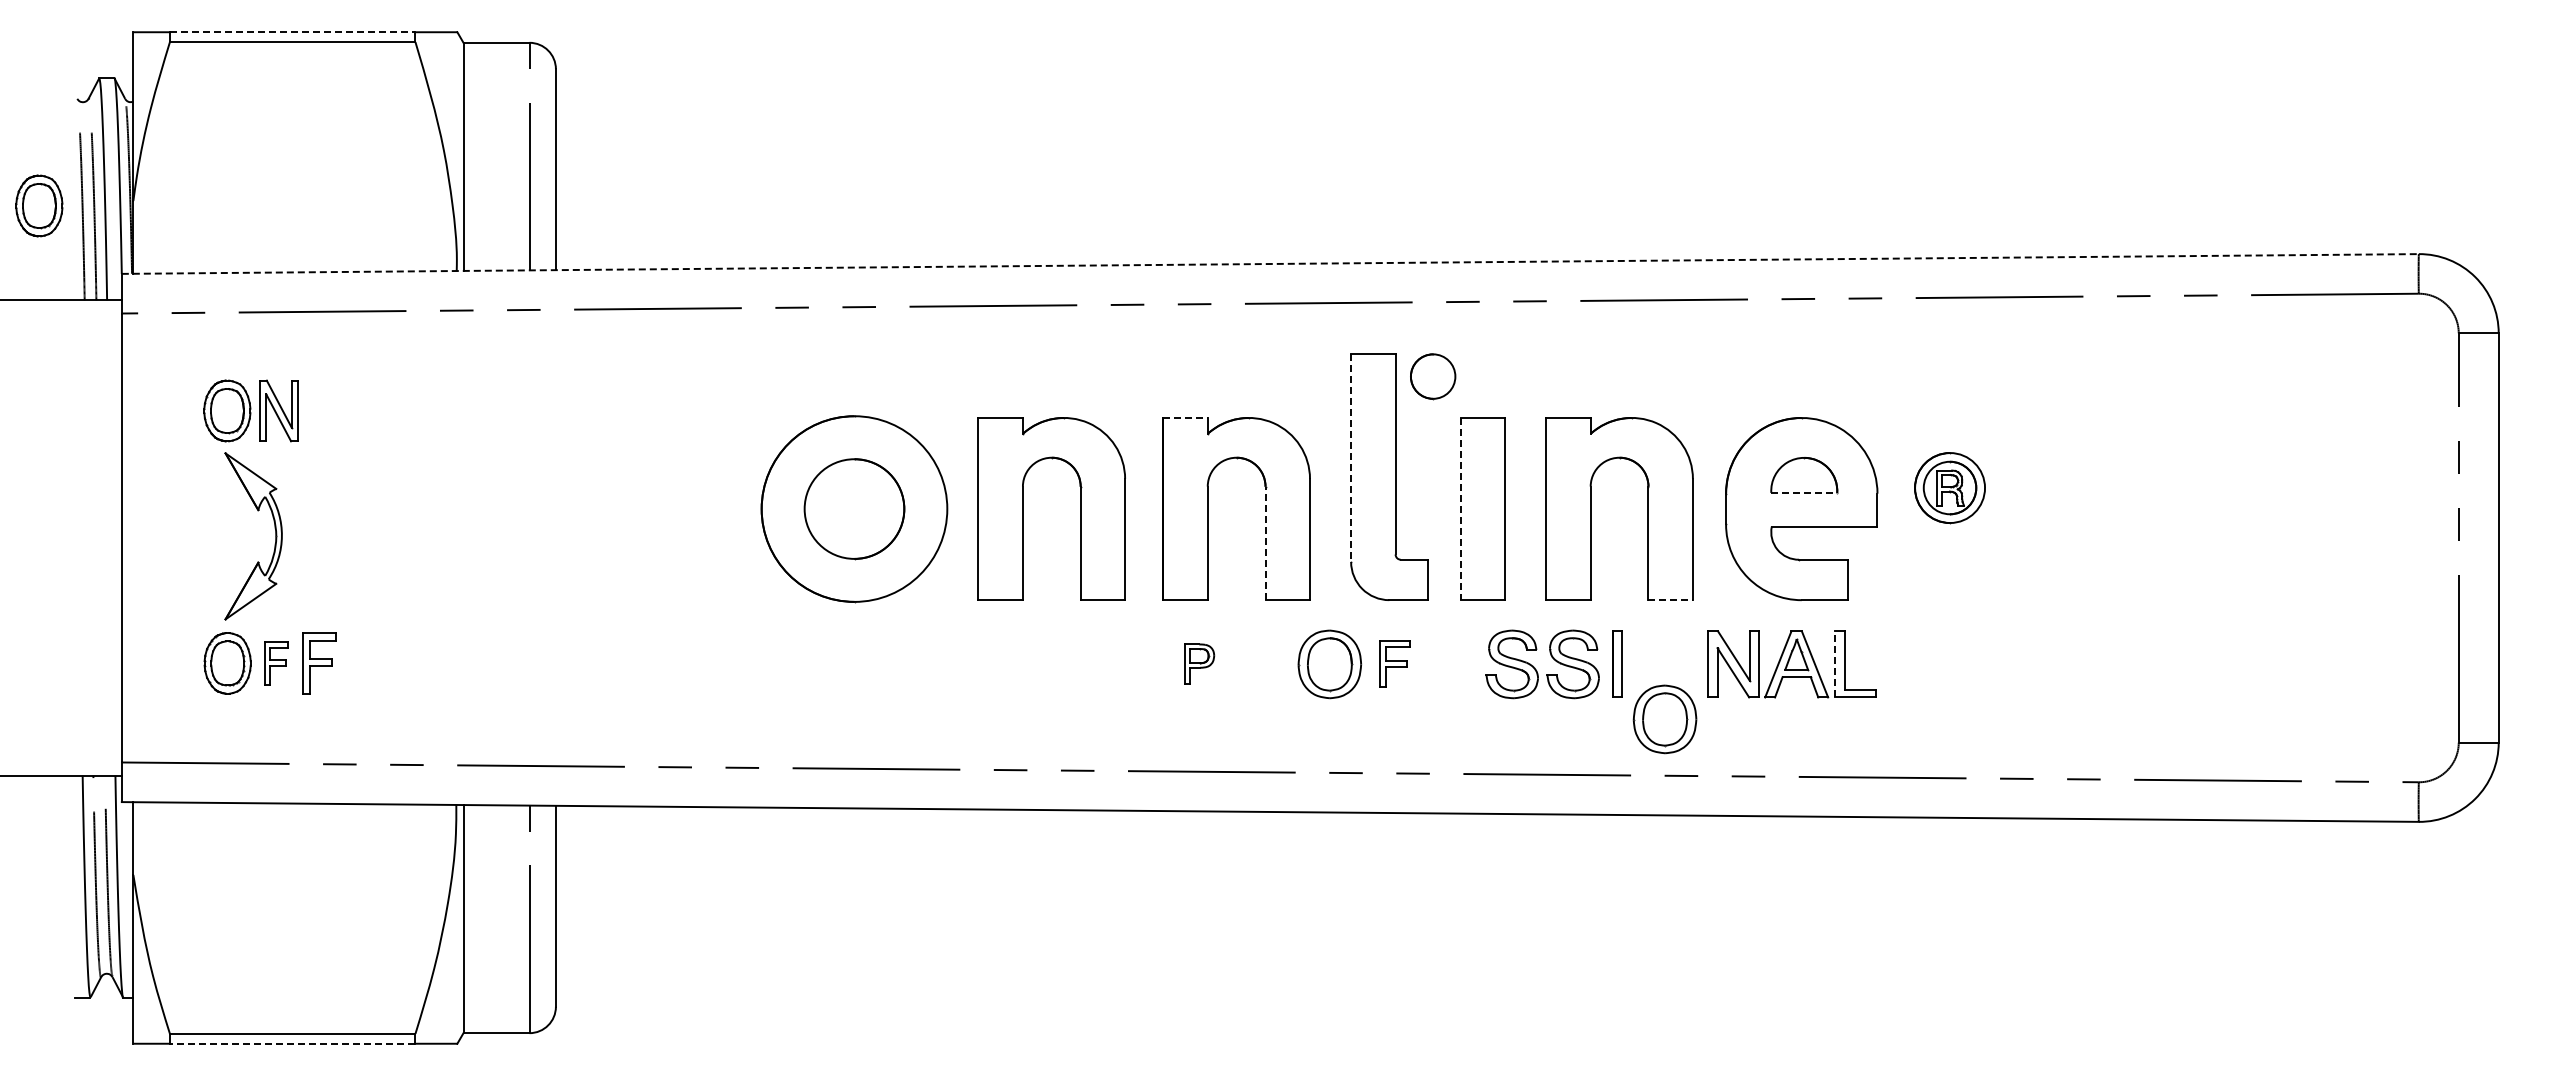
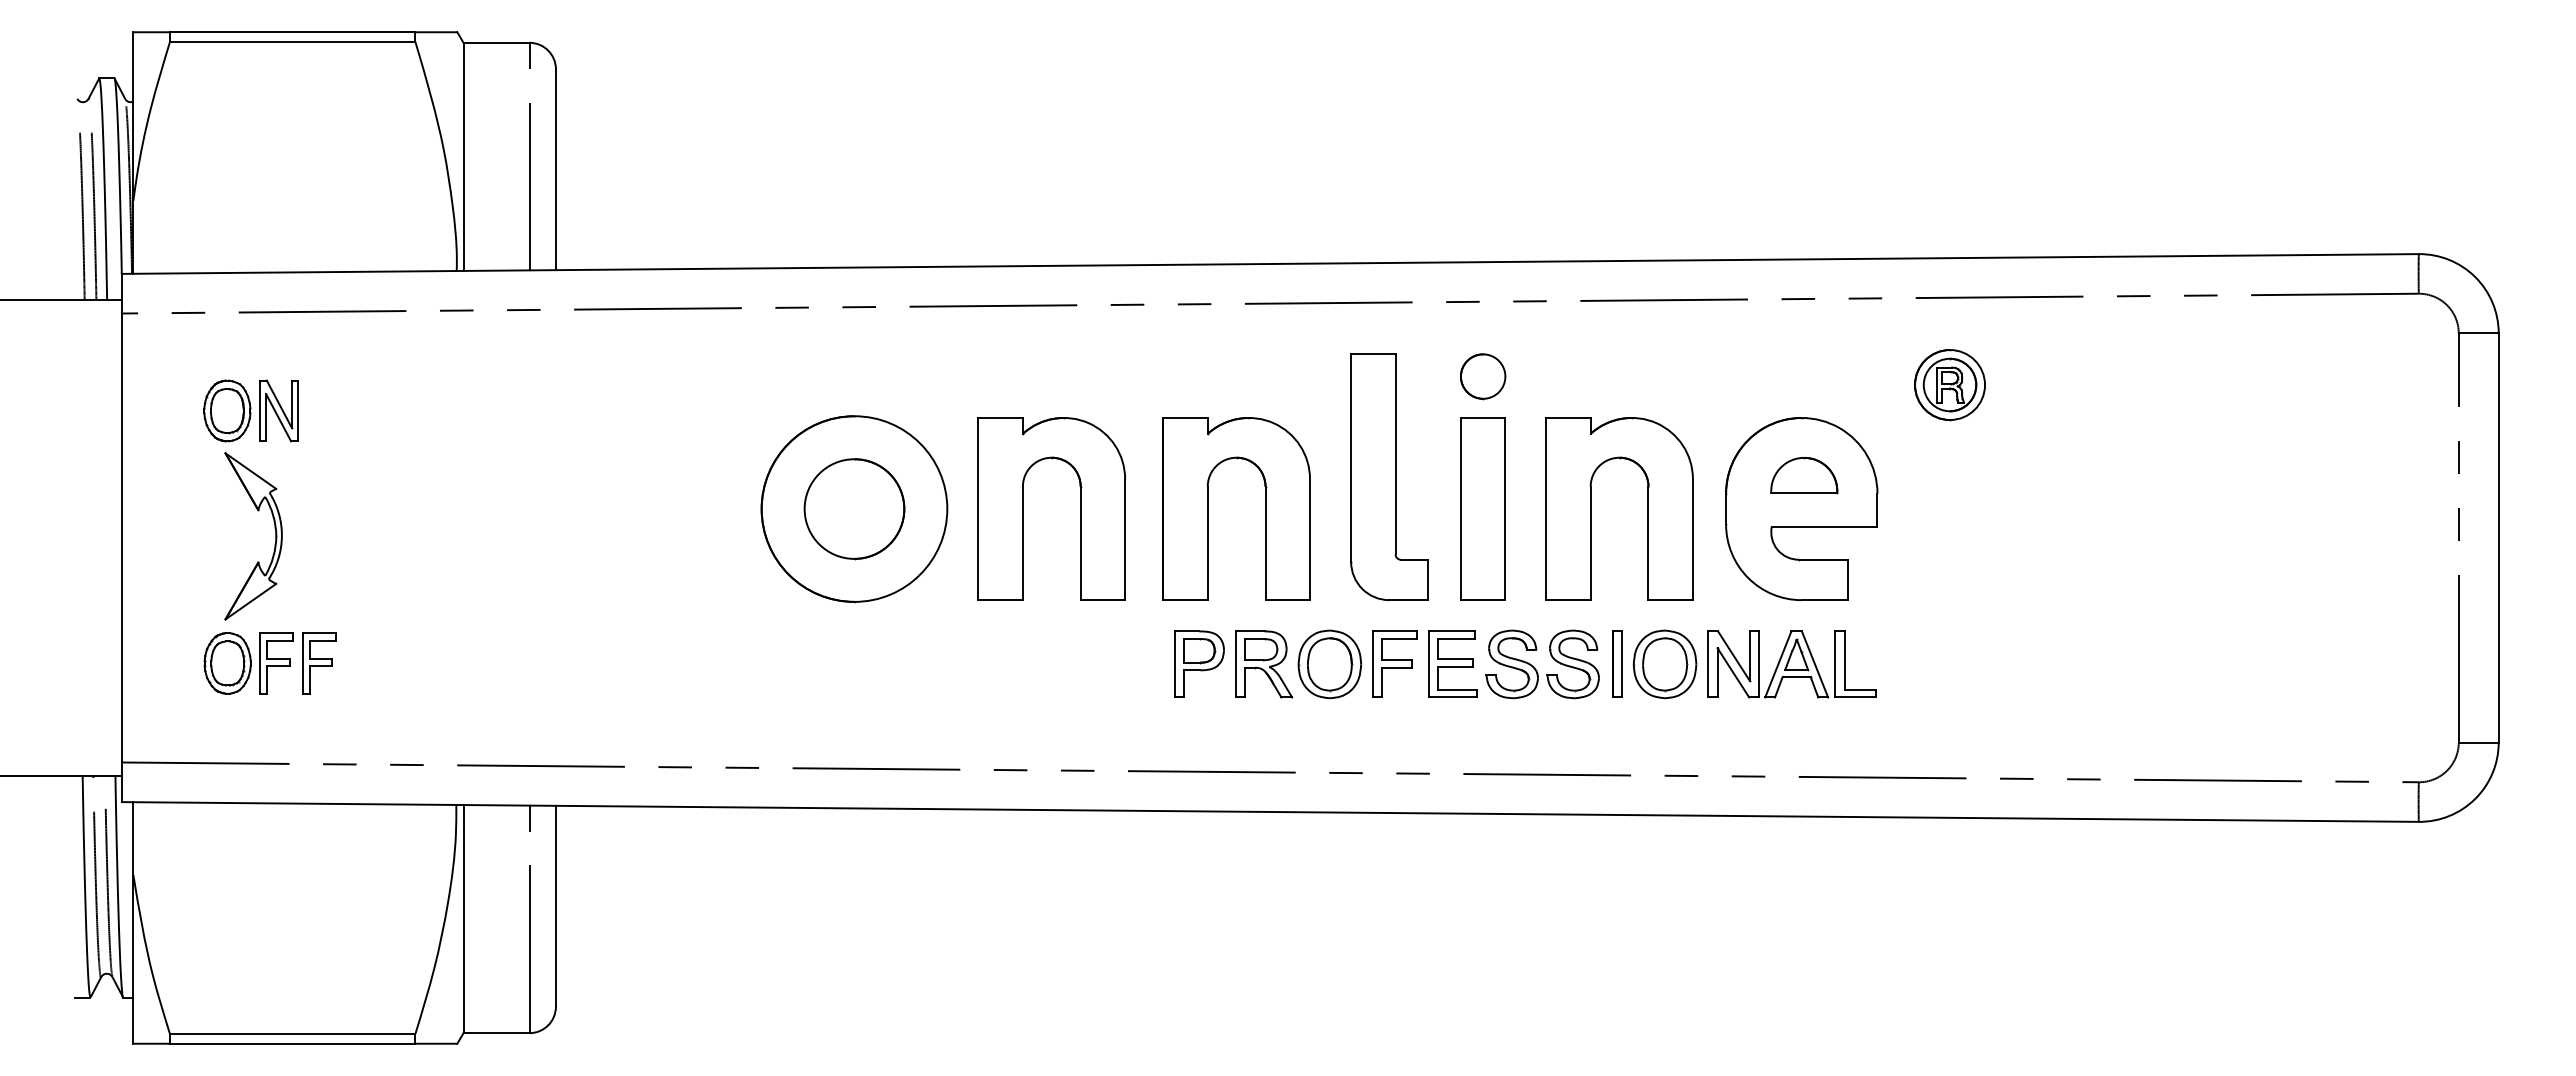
line at (292, 32): dashed -> solid
part at (39, 205): present -> none
line at (1270, 264): dashed -> solid
part at (1433, 376) position: (1433, 376) -> (1483, 376)
line at (1186, 417): dashed -> solid
line at (1351, 458): dashed -> solid
part at (1949, 488) position: (1949, 488) -> (1949, 385)
line at (1804, 492): dashed -> solid
line at (1460, 509): dashed -> solid
line at (1265, 543): dashed -> solid
line at (1671, 600): dashed -> solid
part at (276, 663) size: 25x45 px -> 35x63 px
part at (1199, 663) size: 32x42 px -> 51x68 px
part at (1394, 663) size: 32x48 px -> 46x68 px
part at (1452, 663): none -> present
line at (1835, 663): dashed -> solid
part at (1264, 664): none -> present
part at (1664, 719) position: (1664, 719) -> (1664, 664)
line at (292, 1043): dashed -> solid
